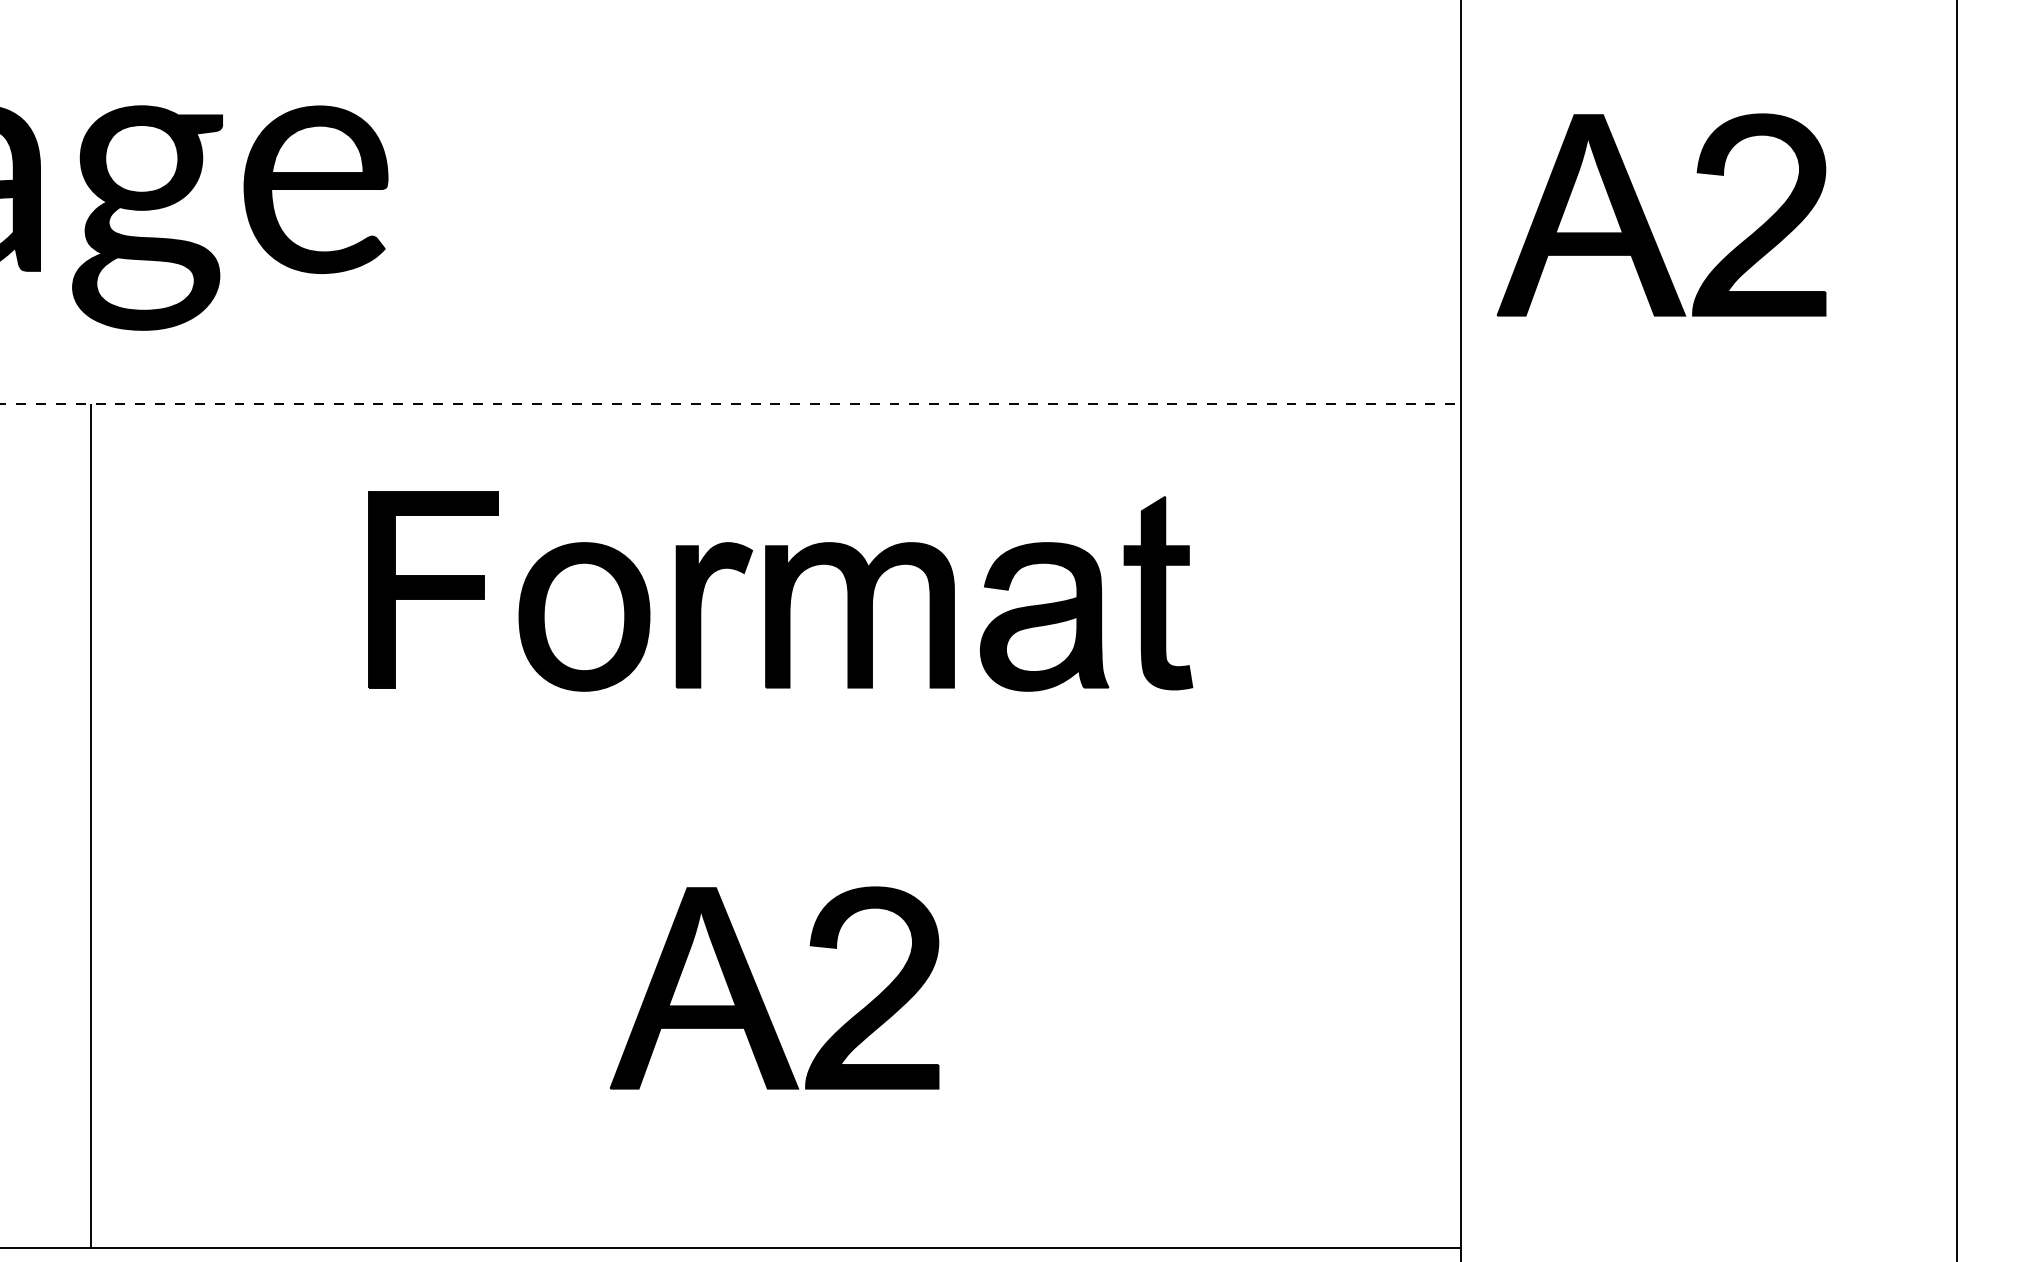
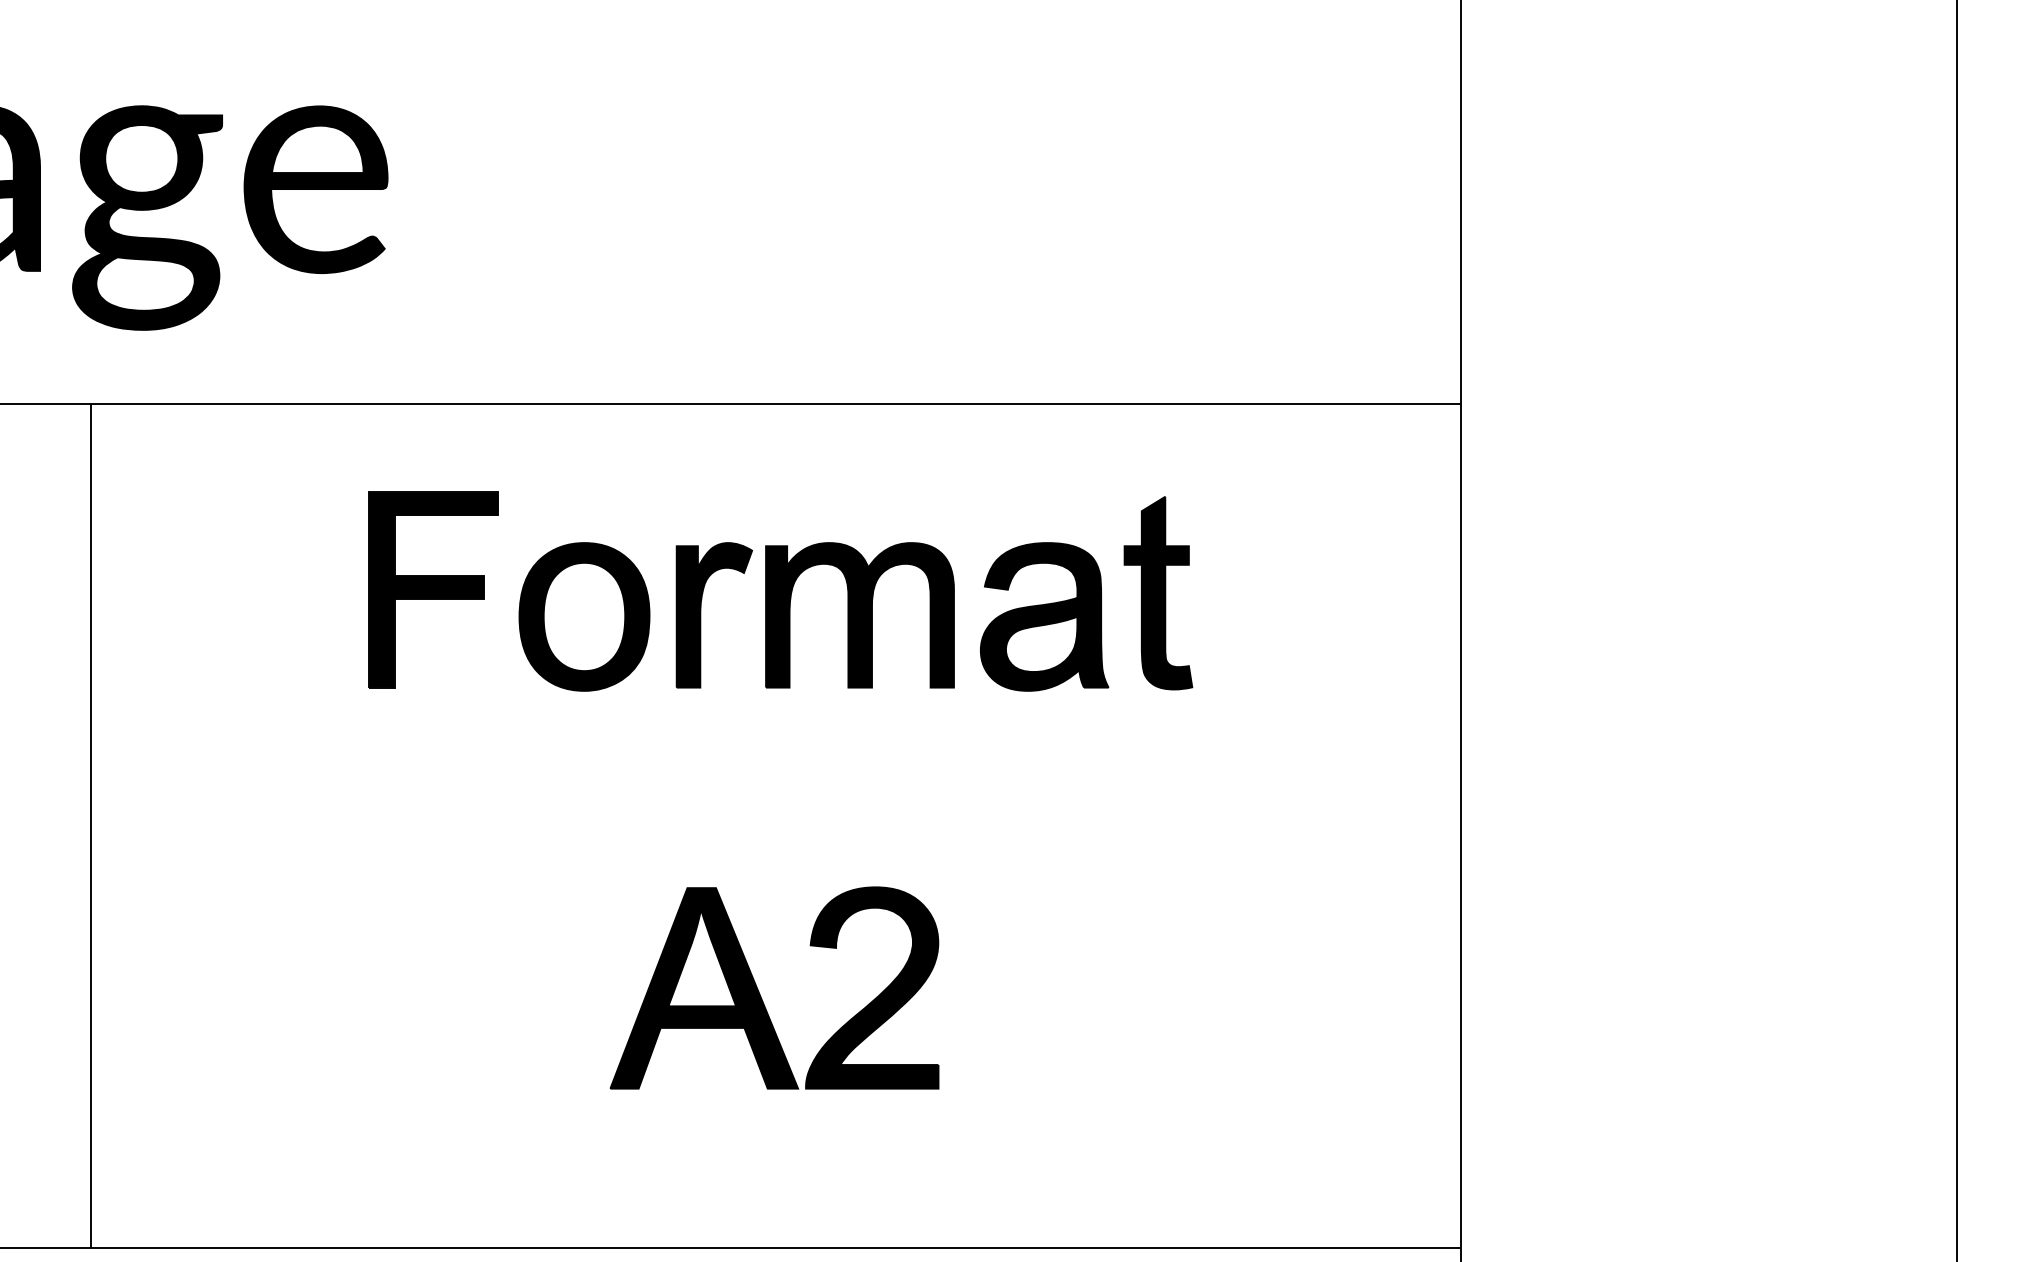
part at (1647, 220): present -> none
line at (731, 403): dashed -> solid
